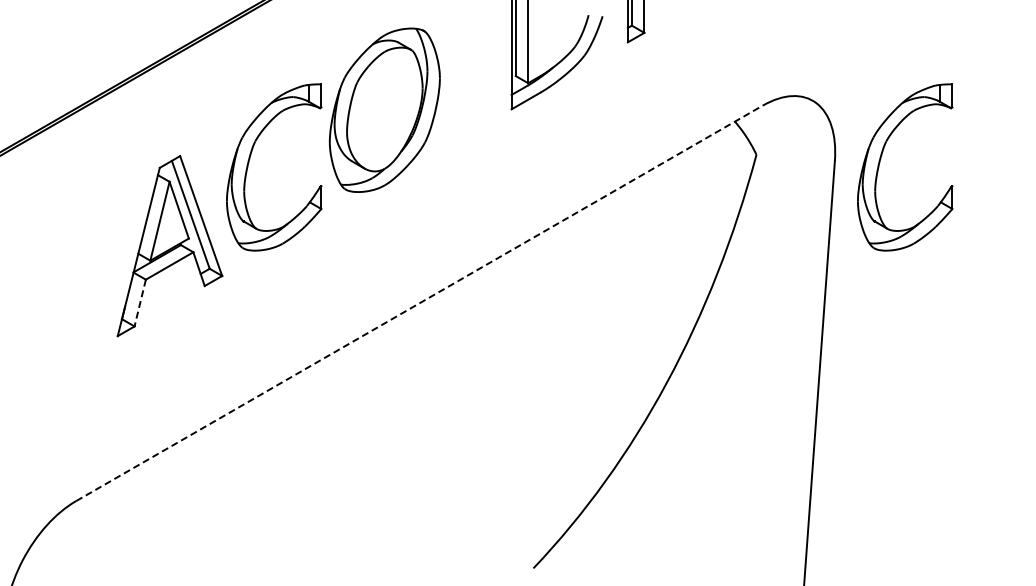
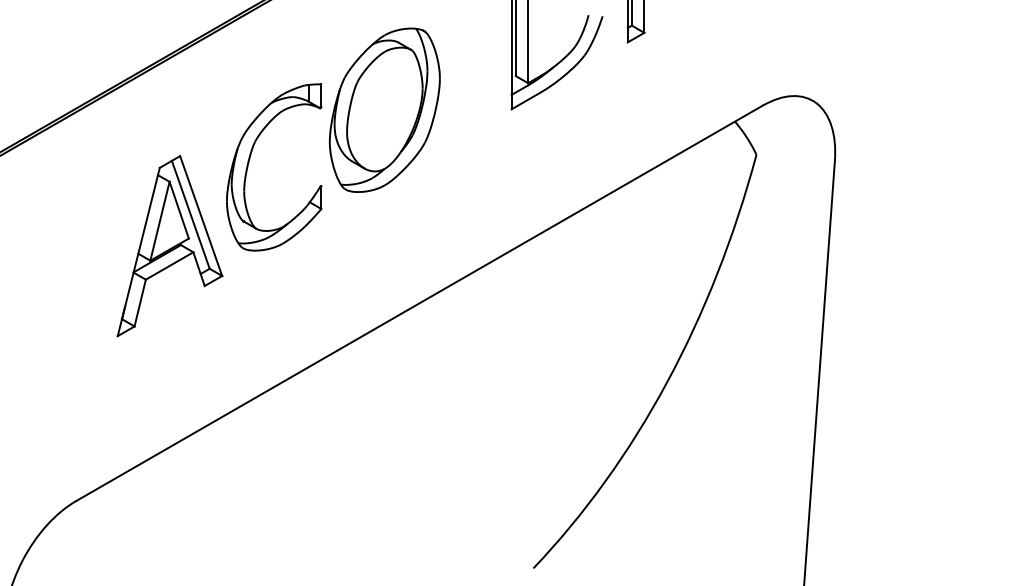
part at (881, 159): present -> none
line at (140, 303): dashed -> solid
line at (420, 303): dashed -> solid
